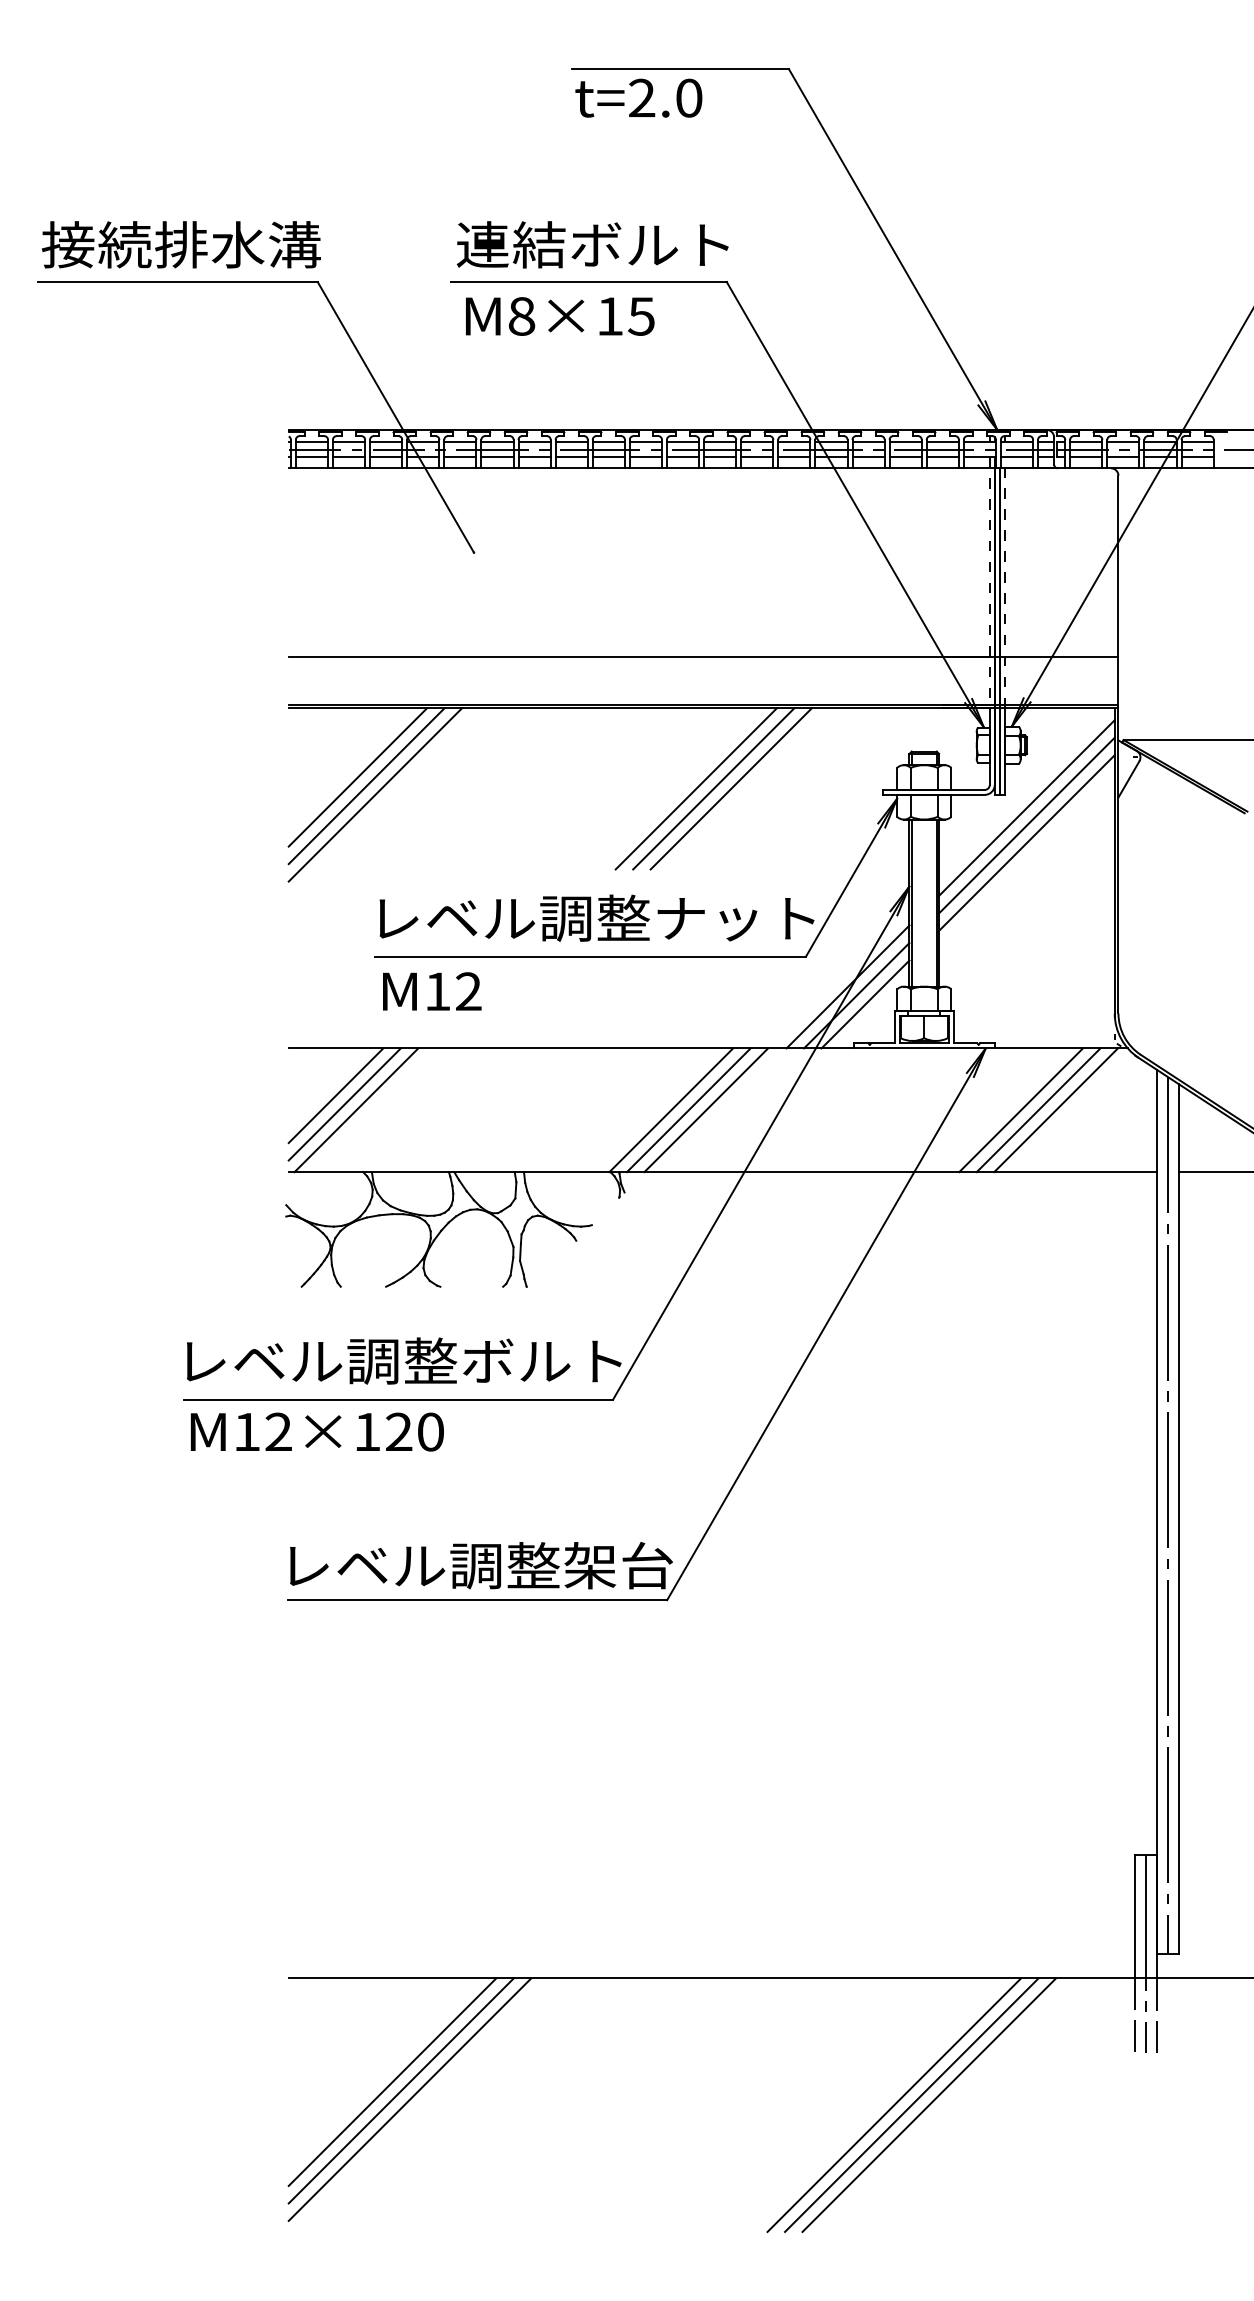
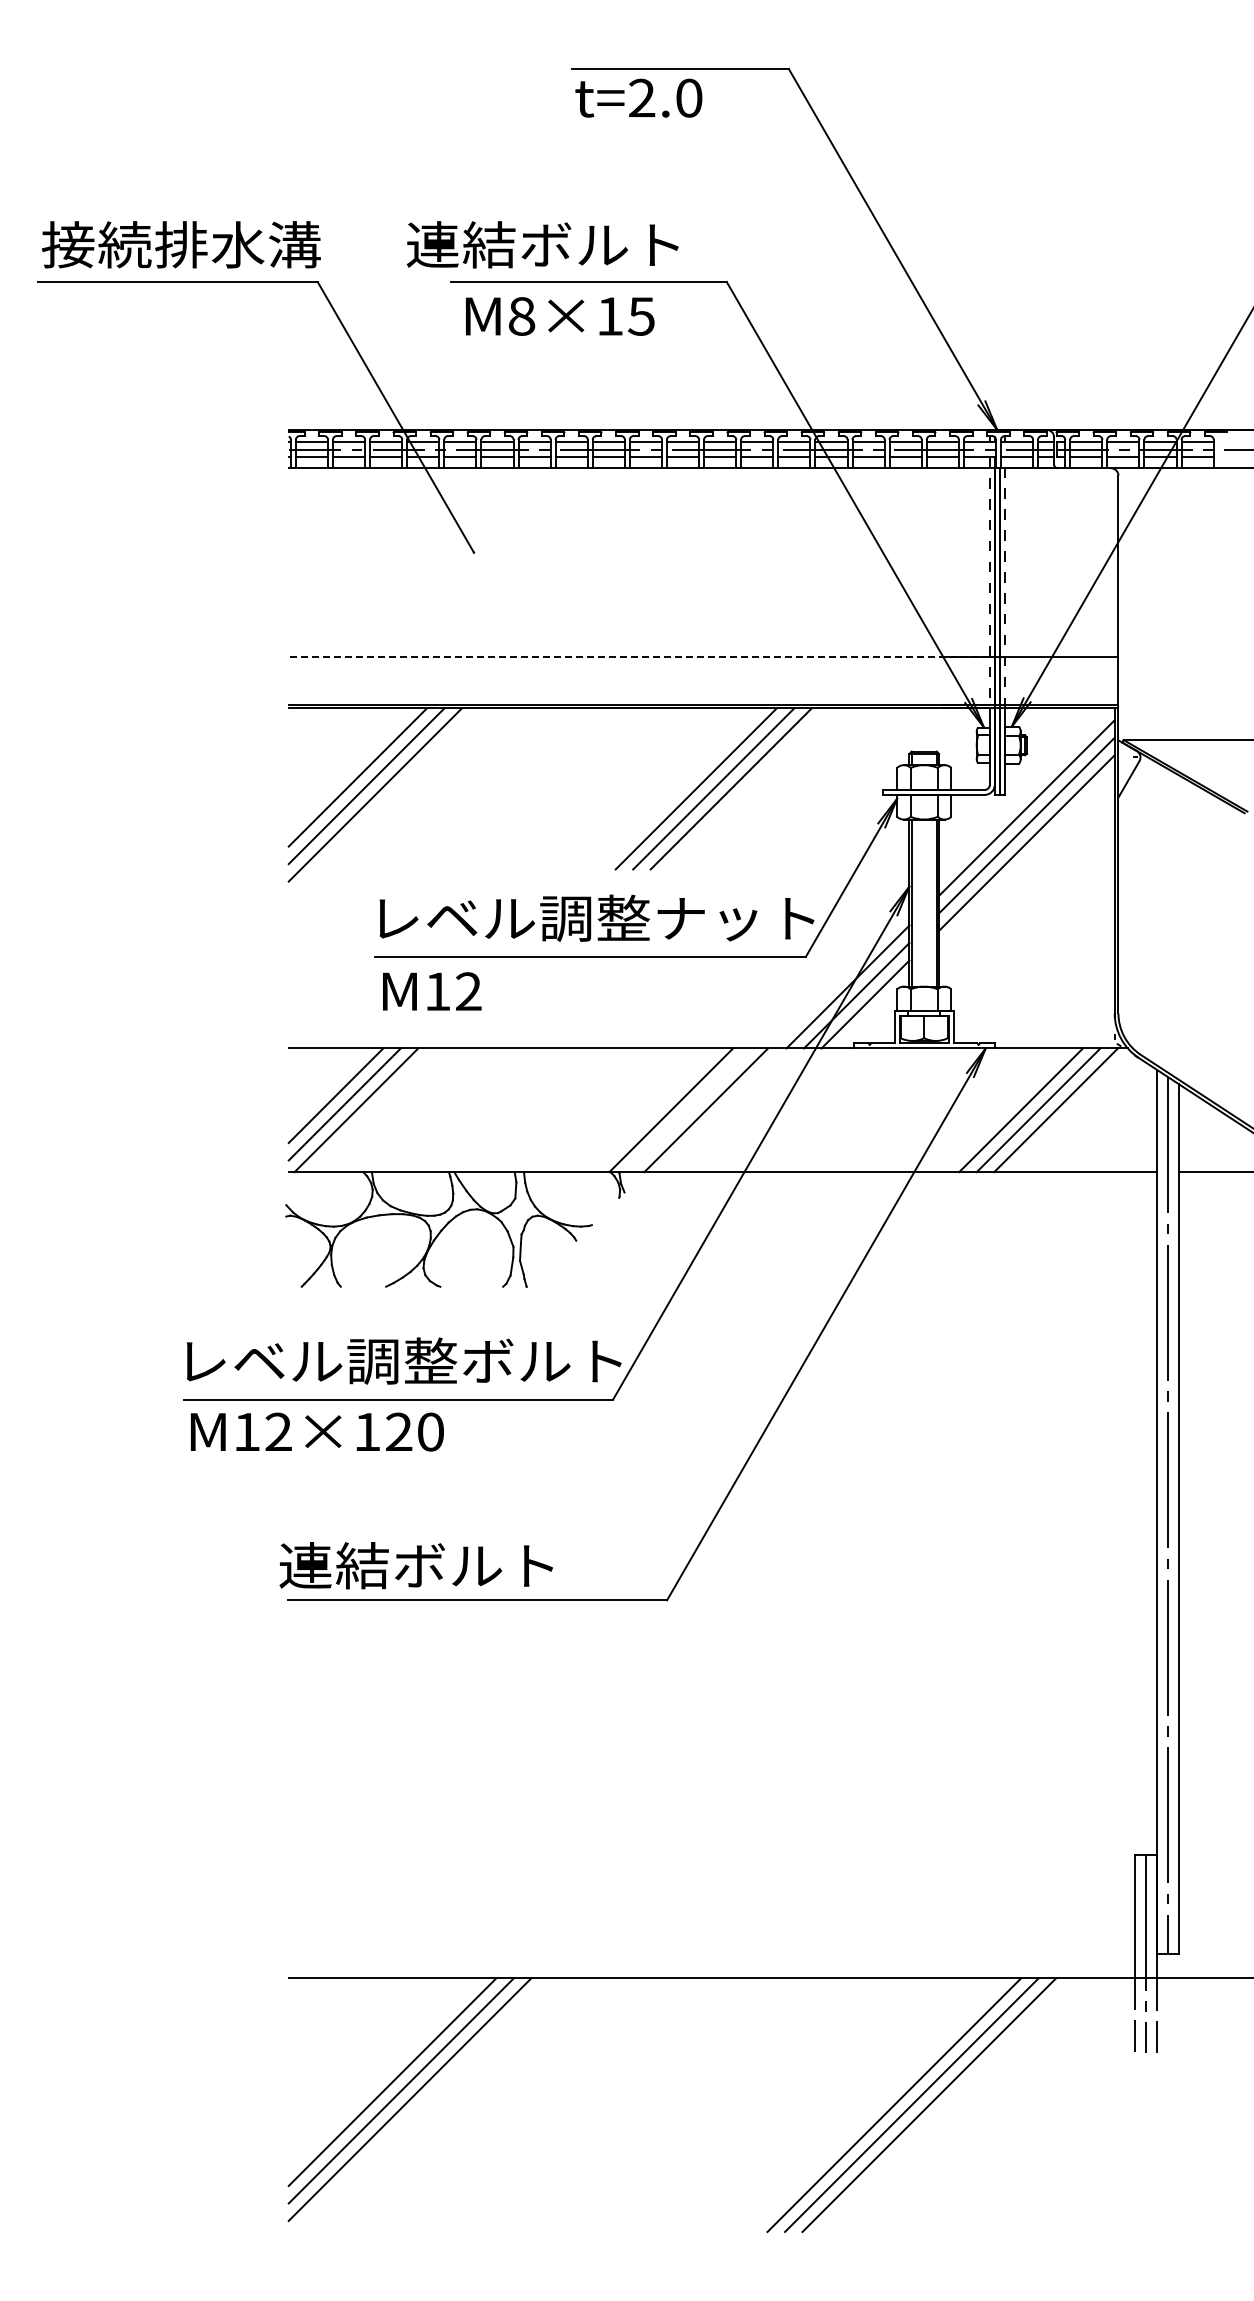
text at (592, 244) position: (592, 244) -> (542, 244)
line at (639, 657): solid -> dashed
line at (688, 1110): present -> none
text at (476, 1565): レベル調整架台 -> 連結ボルト
